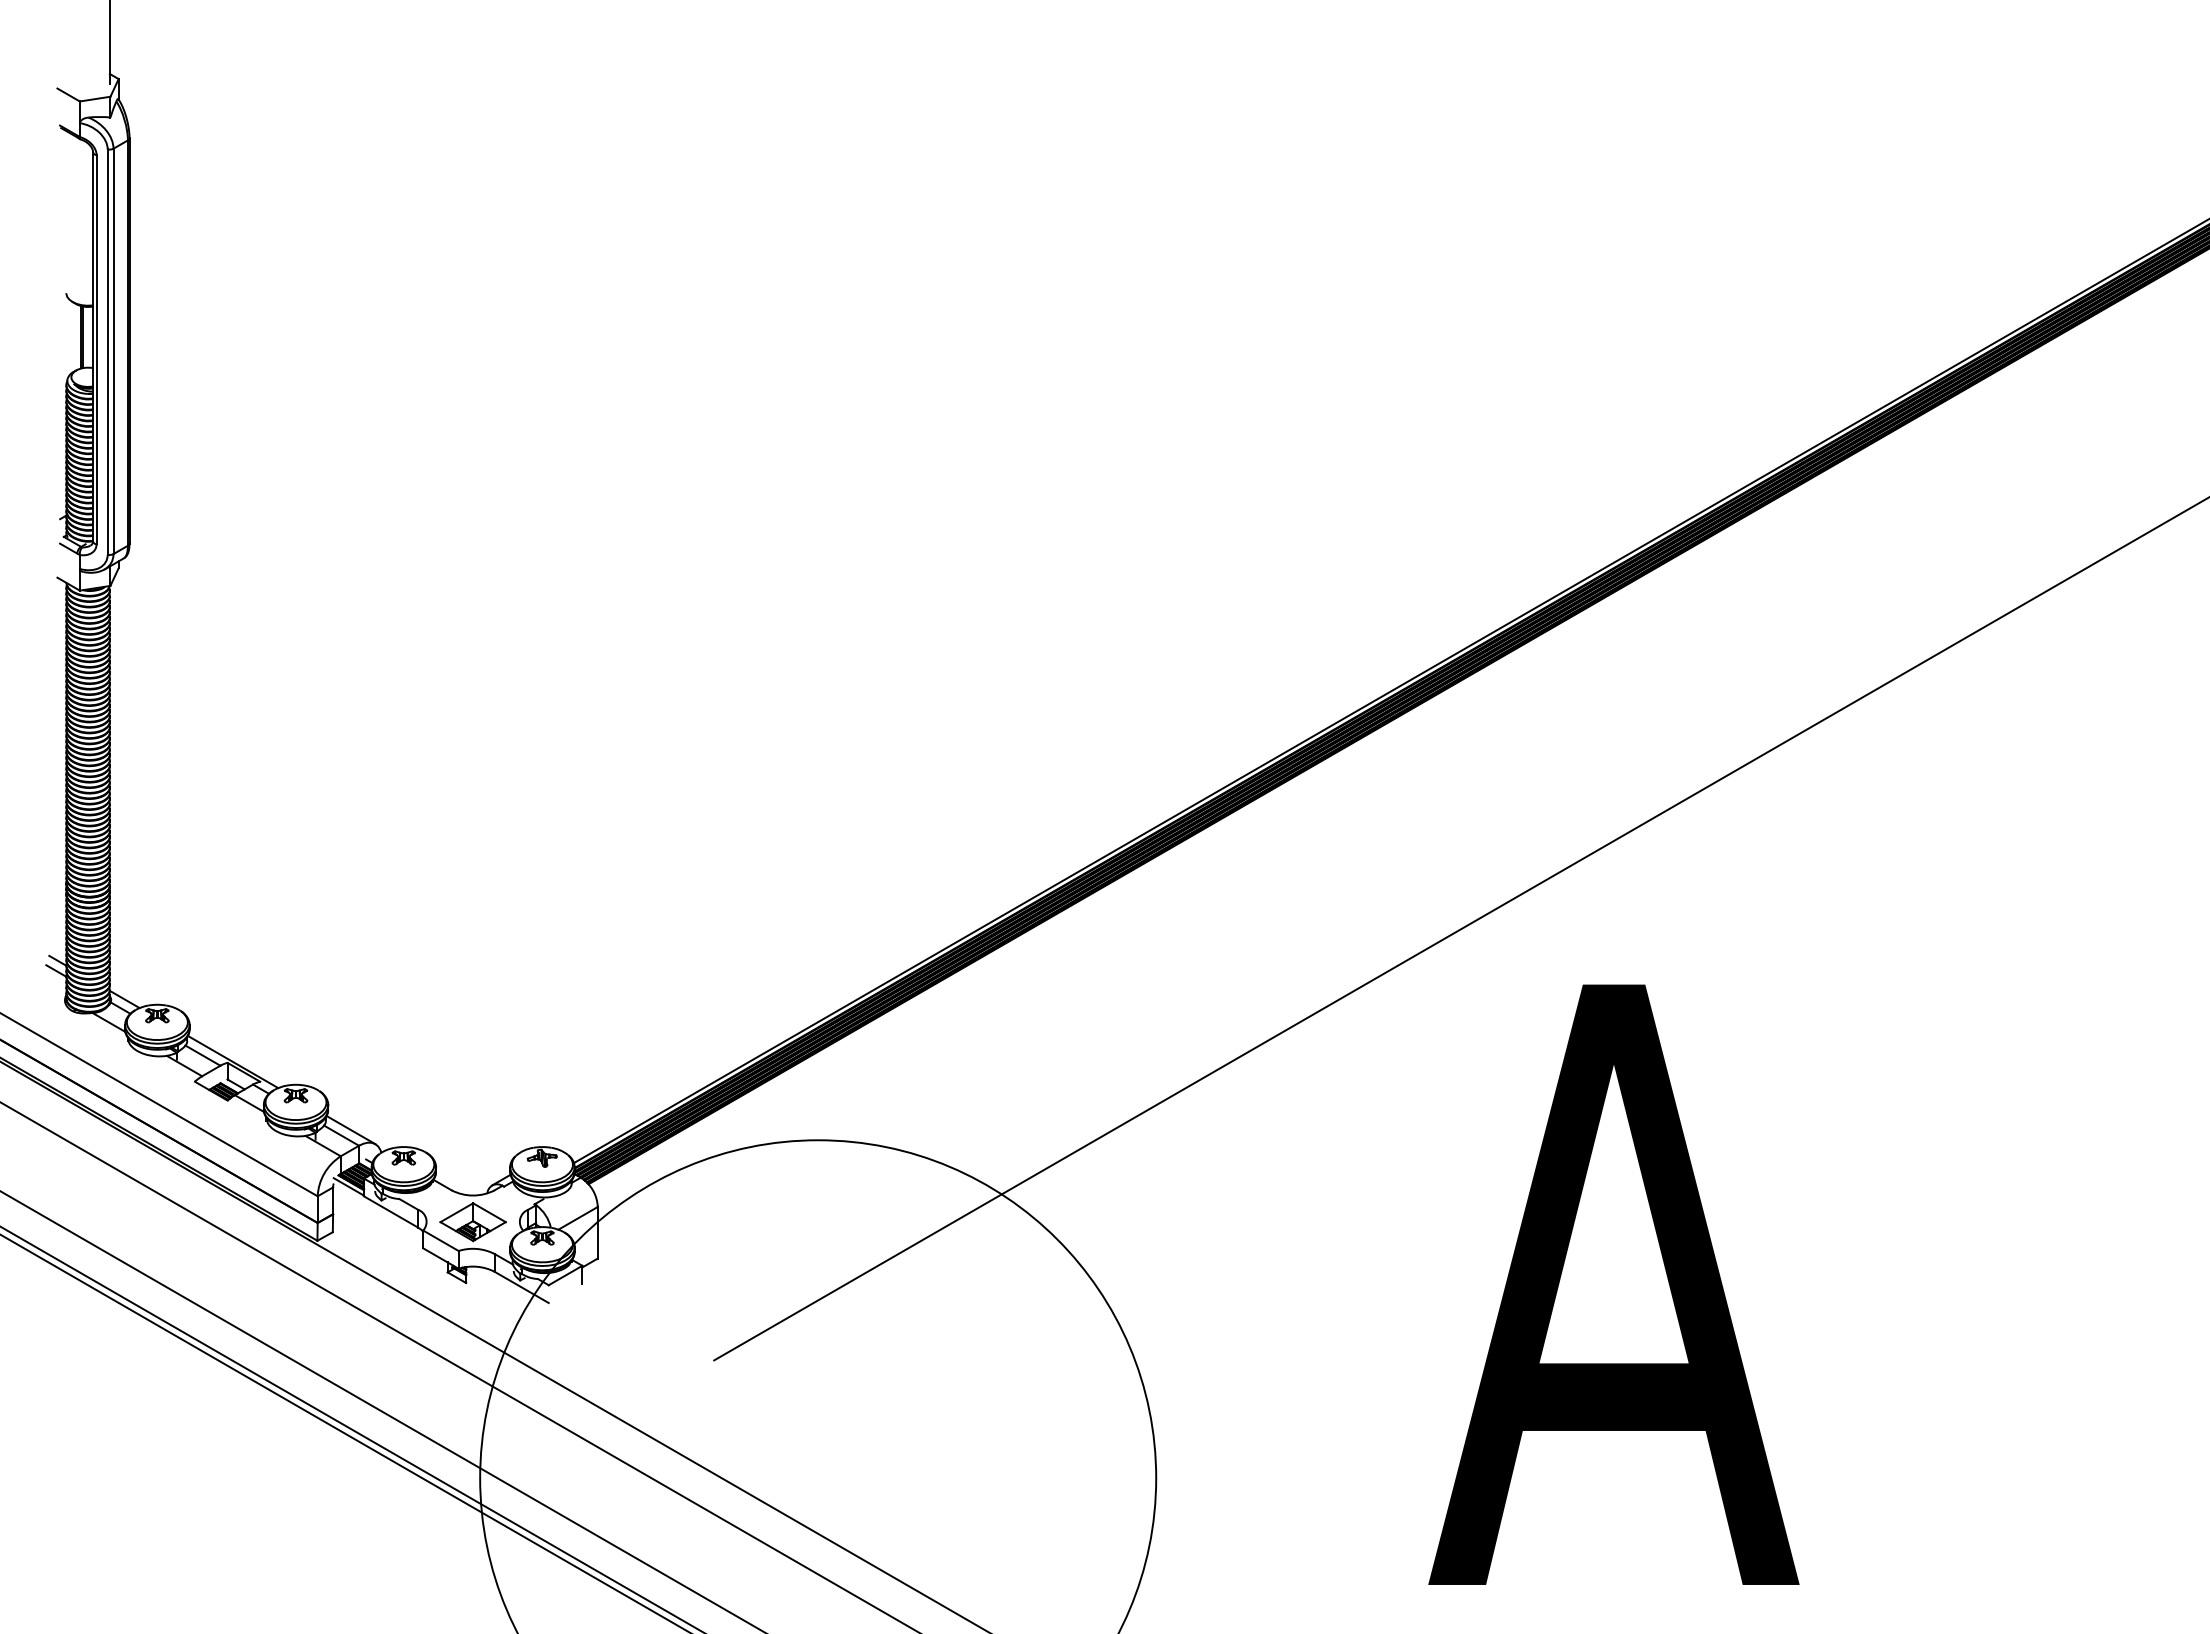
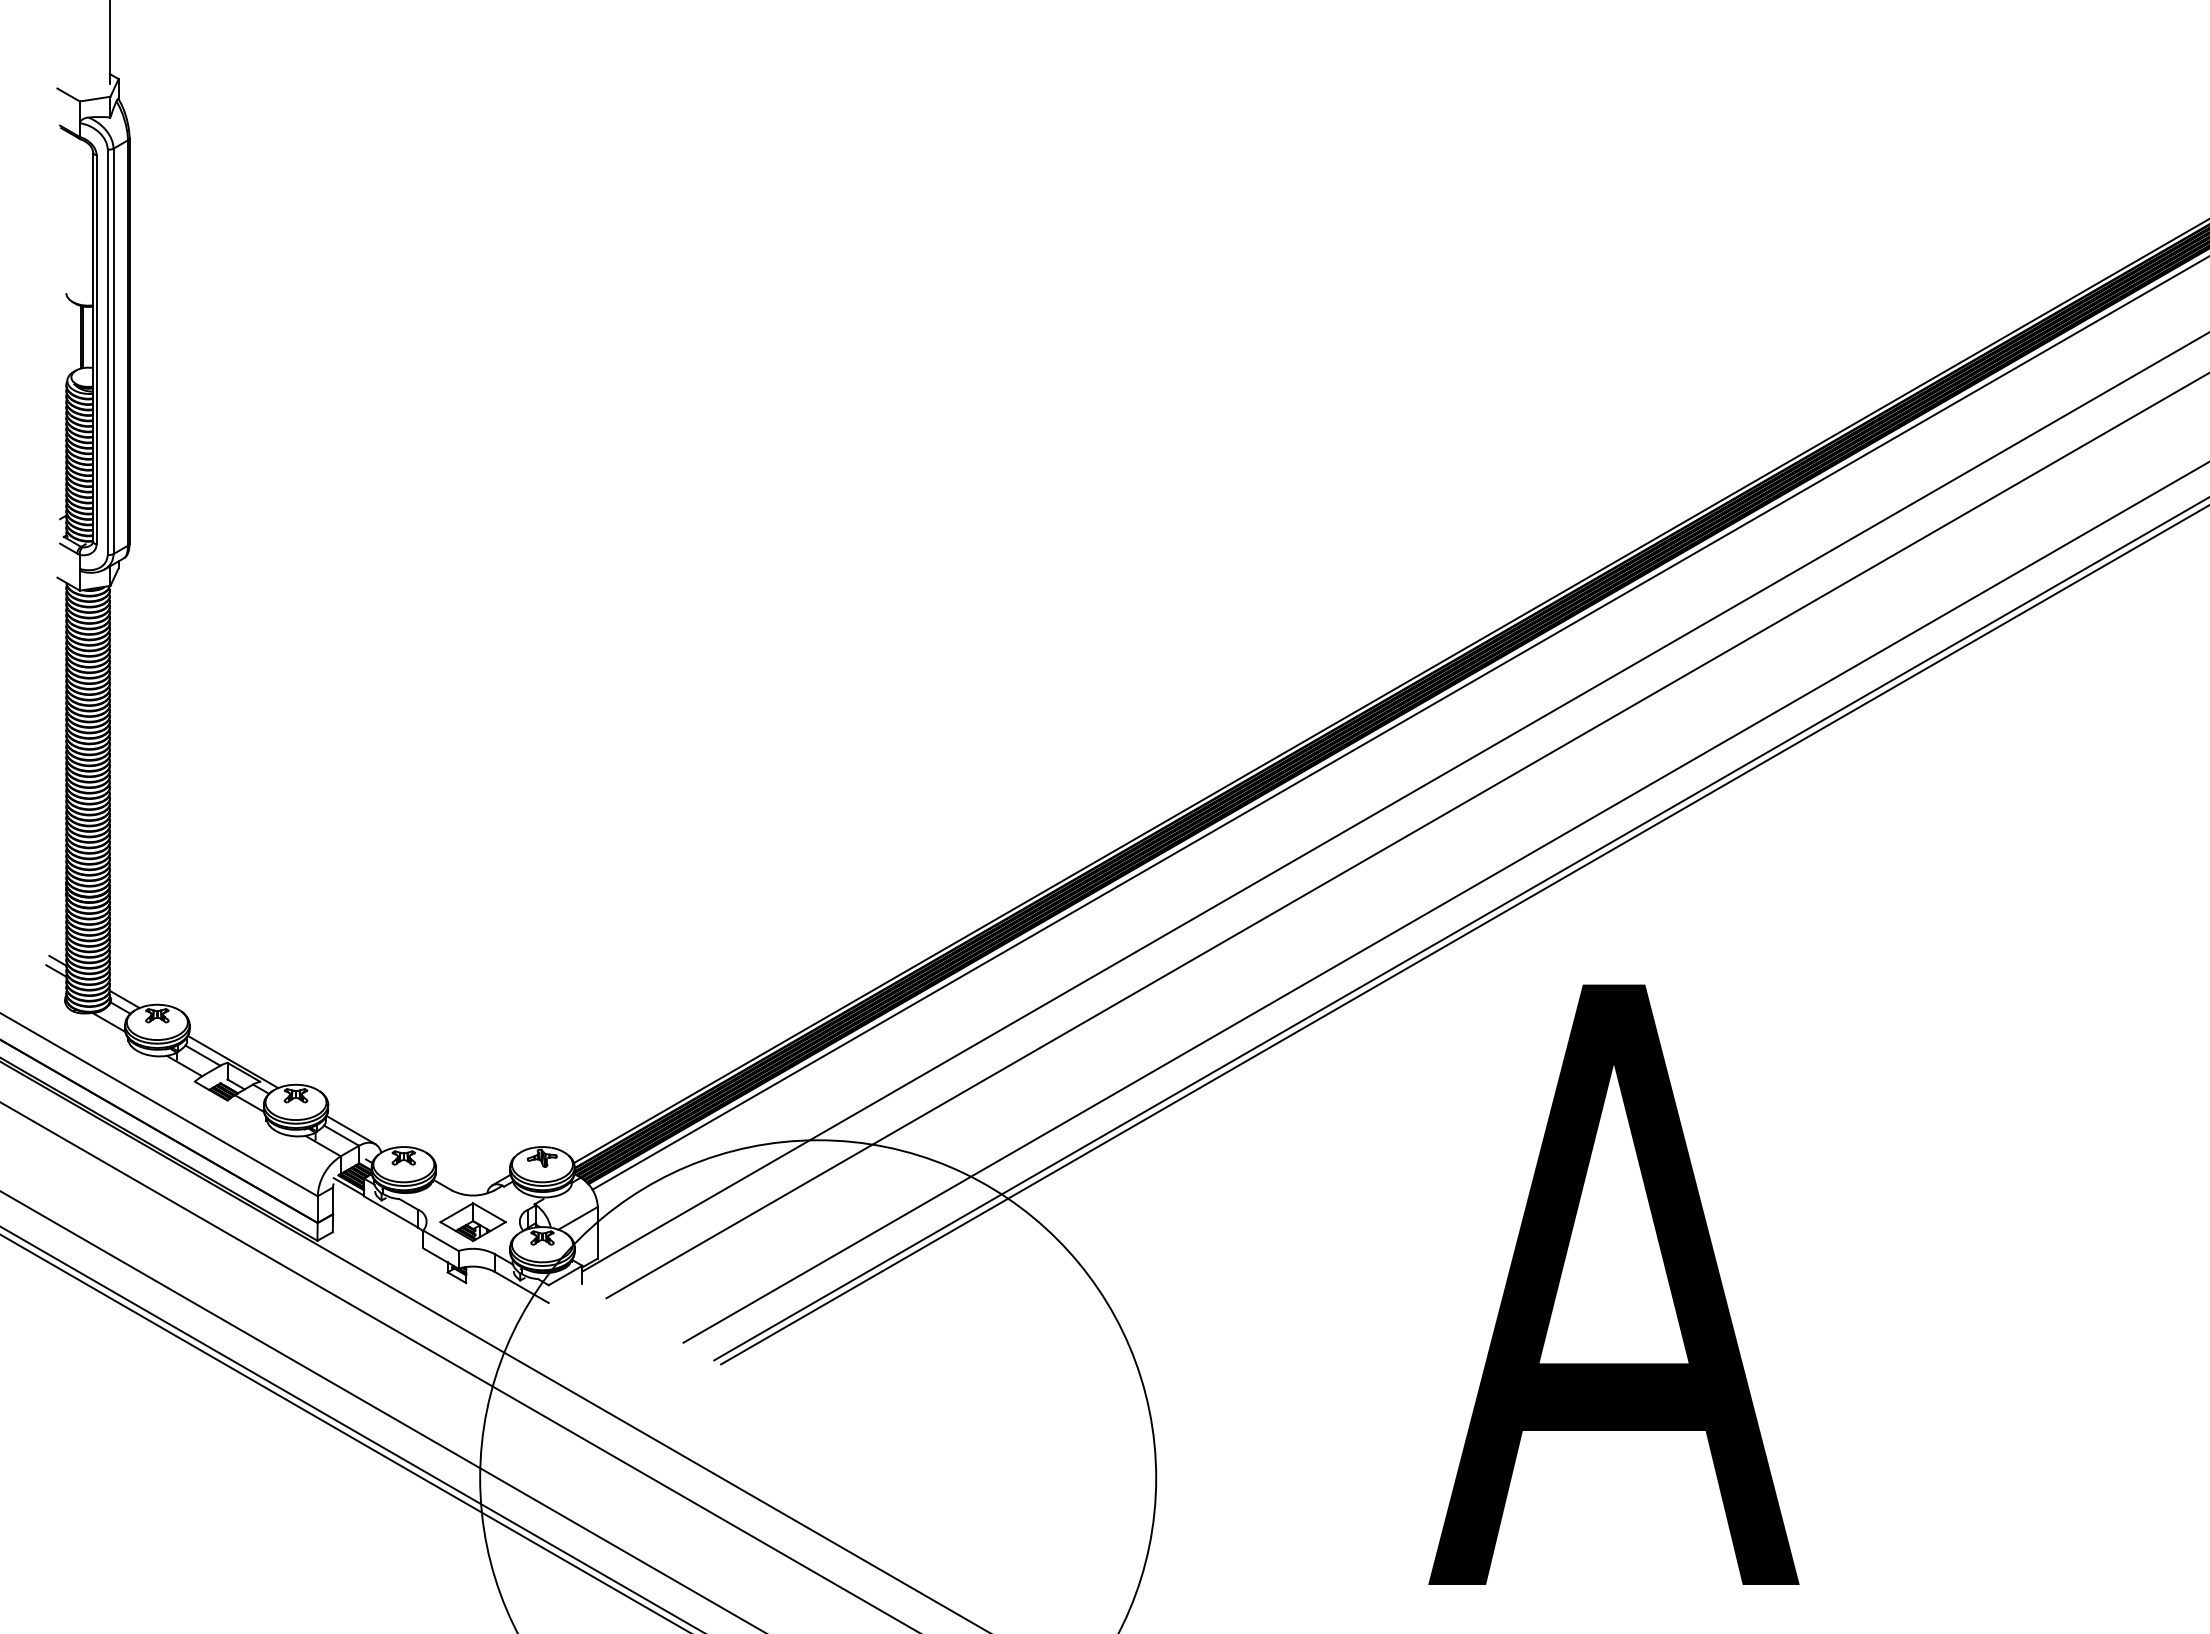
line at (1399, 723): none -> present
line at (1394, 802): none -> present
line at (1406, 836): none -> present
line at (1444, 902): none -> present
line at (1463, 935): none -> present
